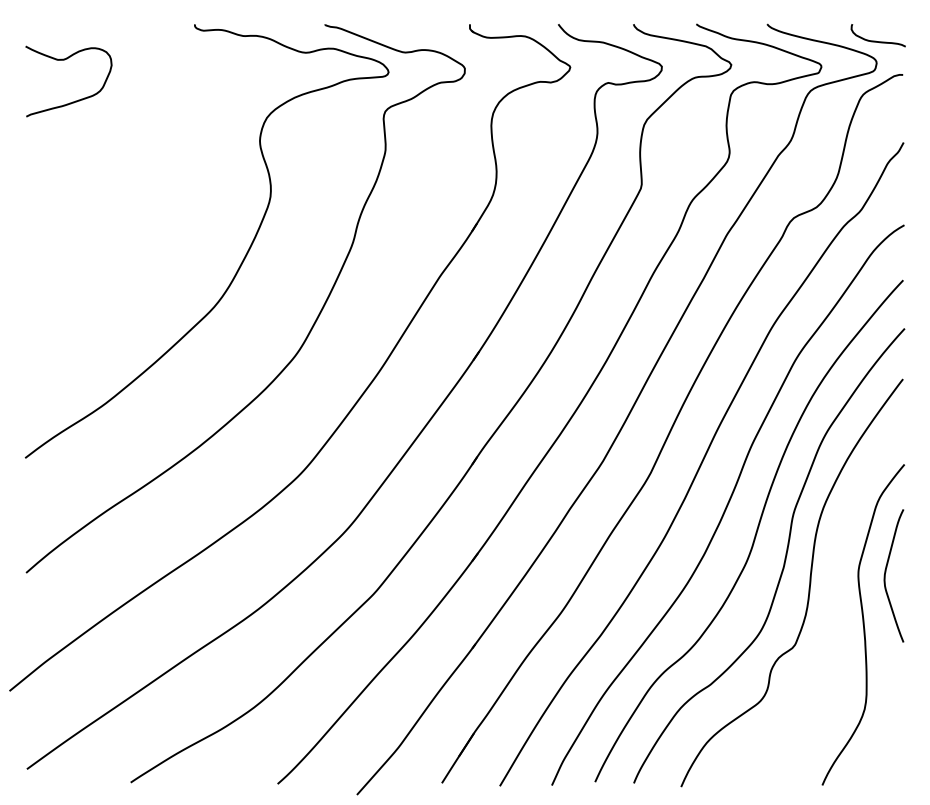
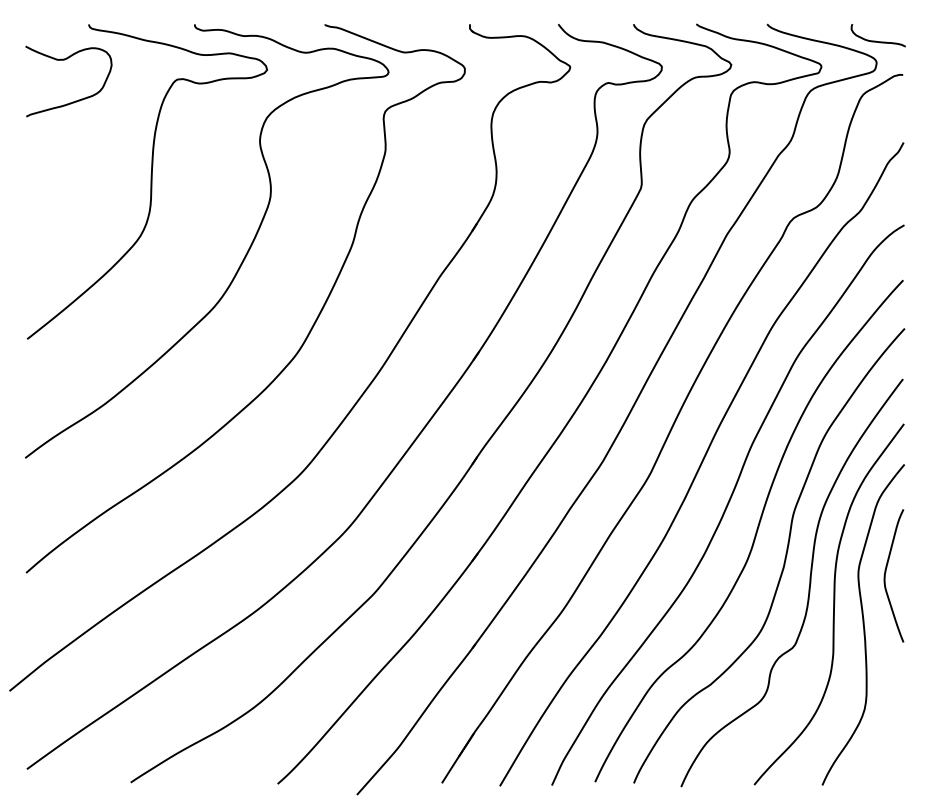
curve at (150, 181): none -> present
curve at (833, 604): none -> present
